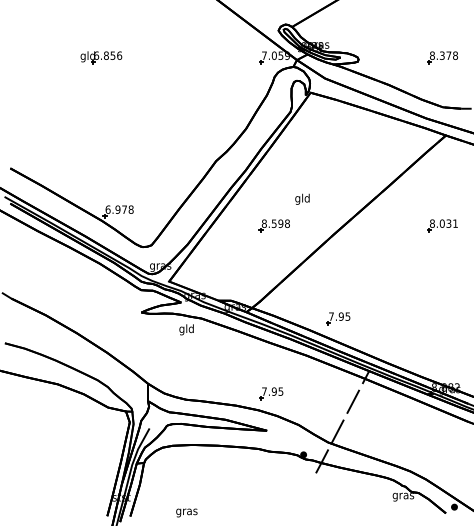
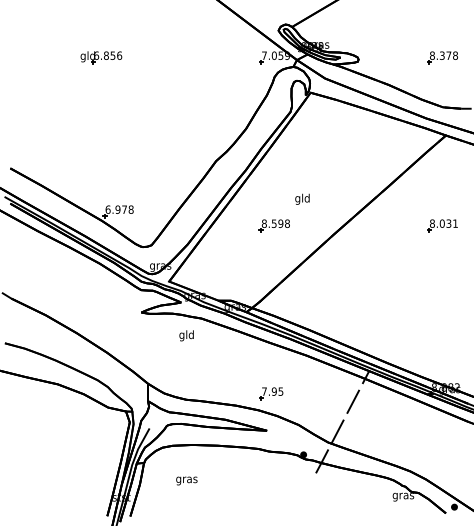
part at (338, 318): present -> none
text at (186, 329) position: (186, 329) -> (186, 335)
text at (186, 512) position: (186, 512) -> (186, 480)
